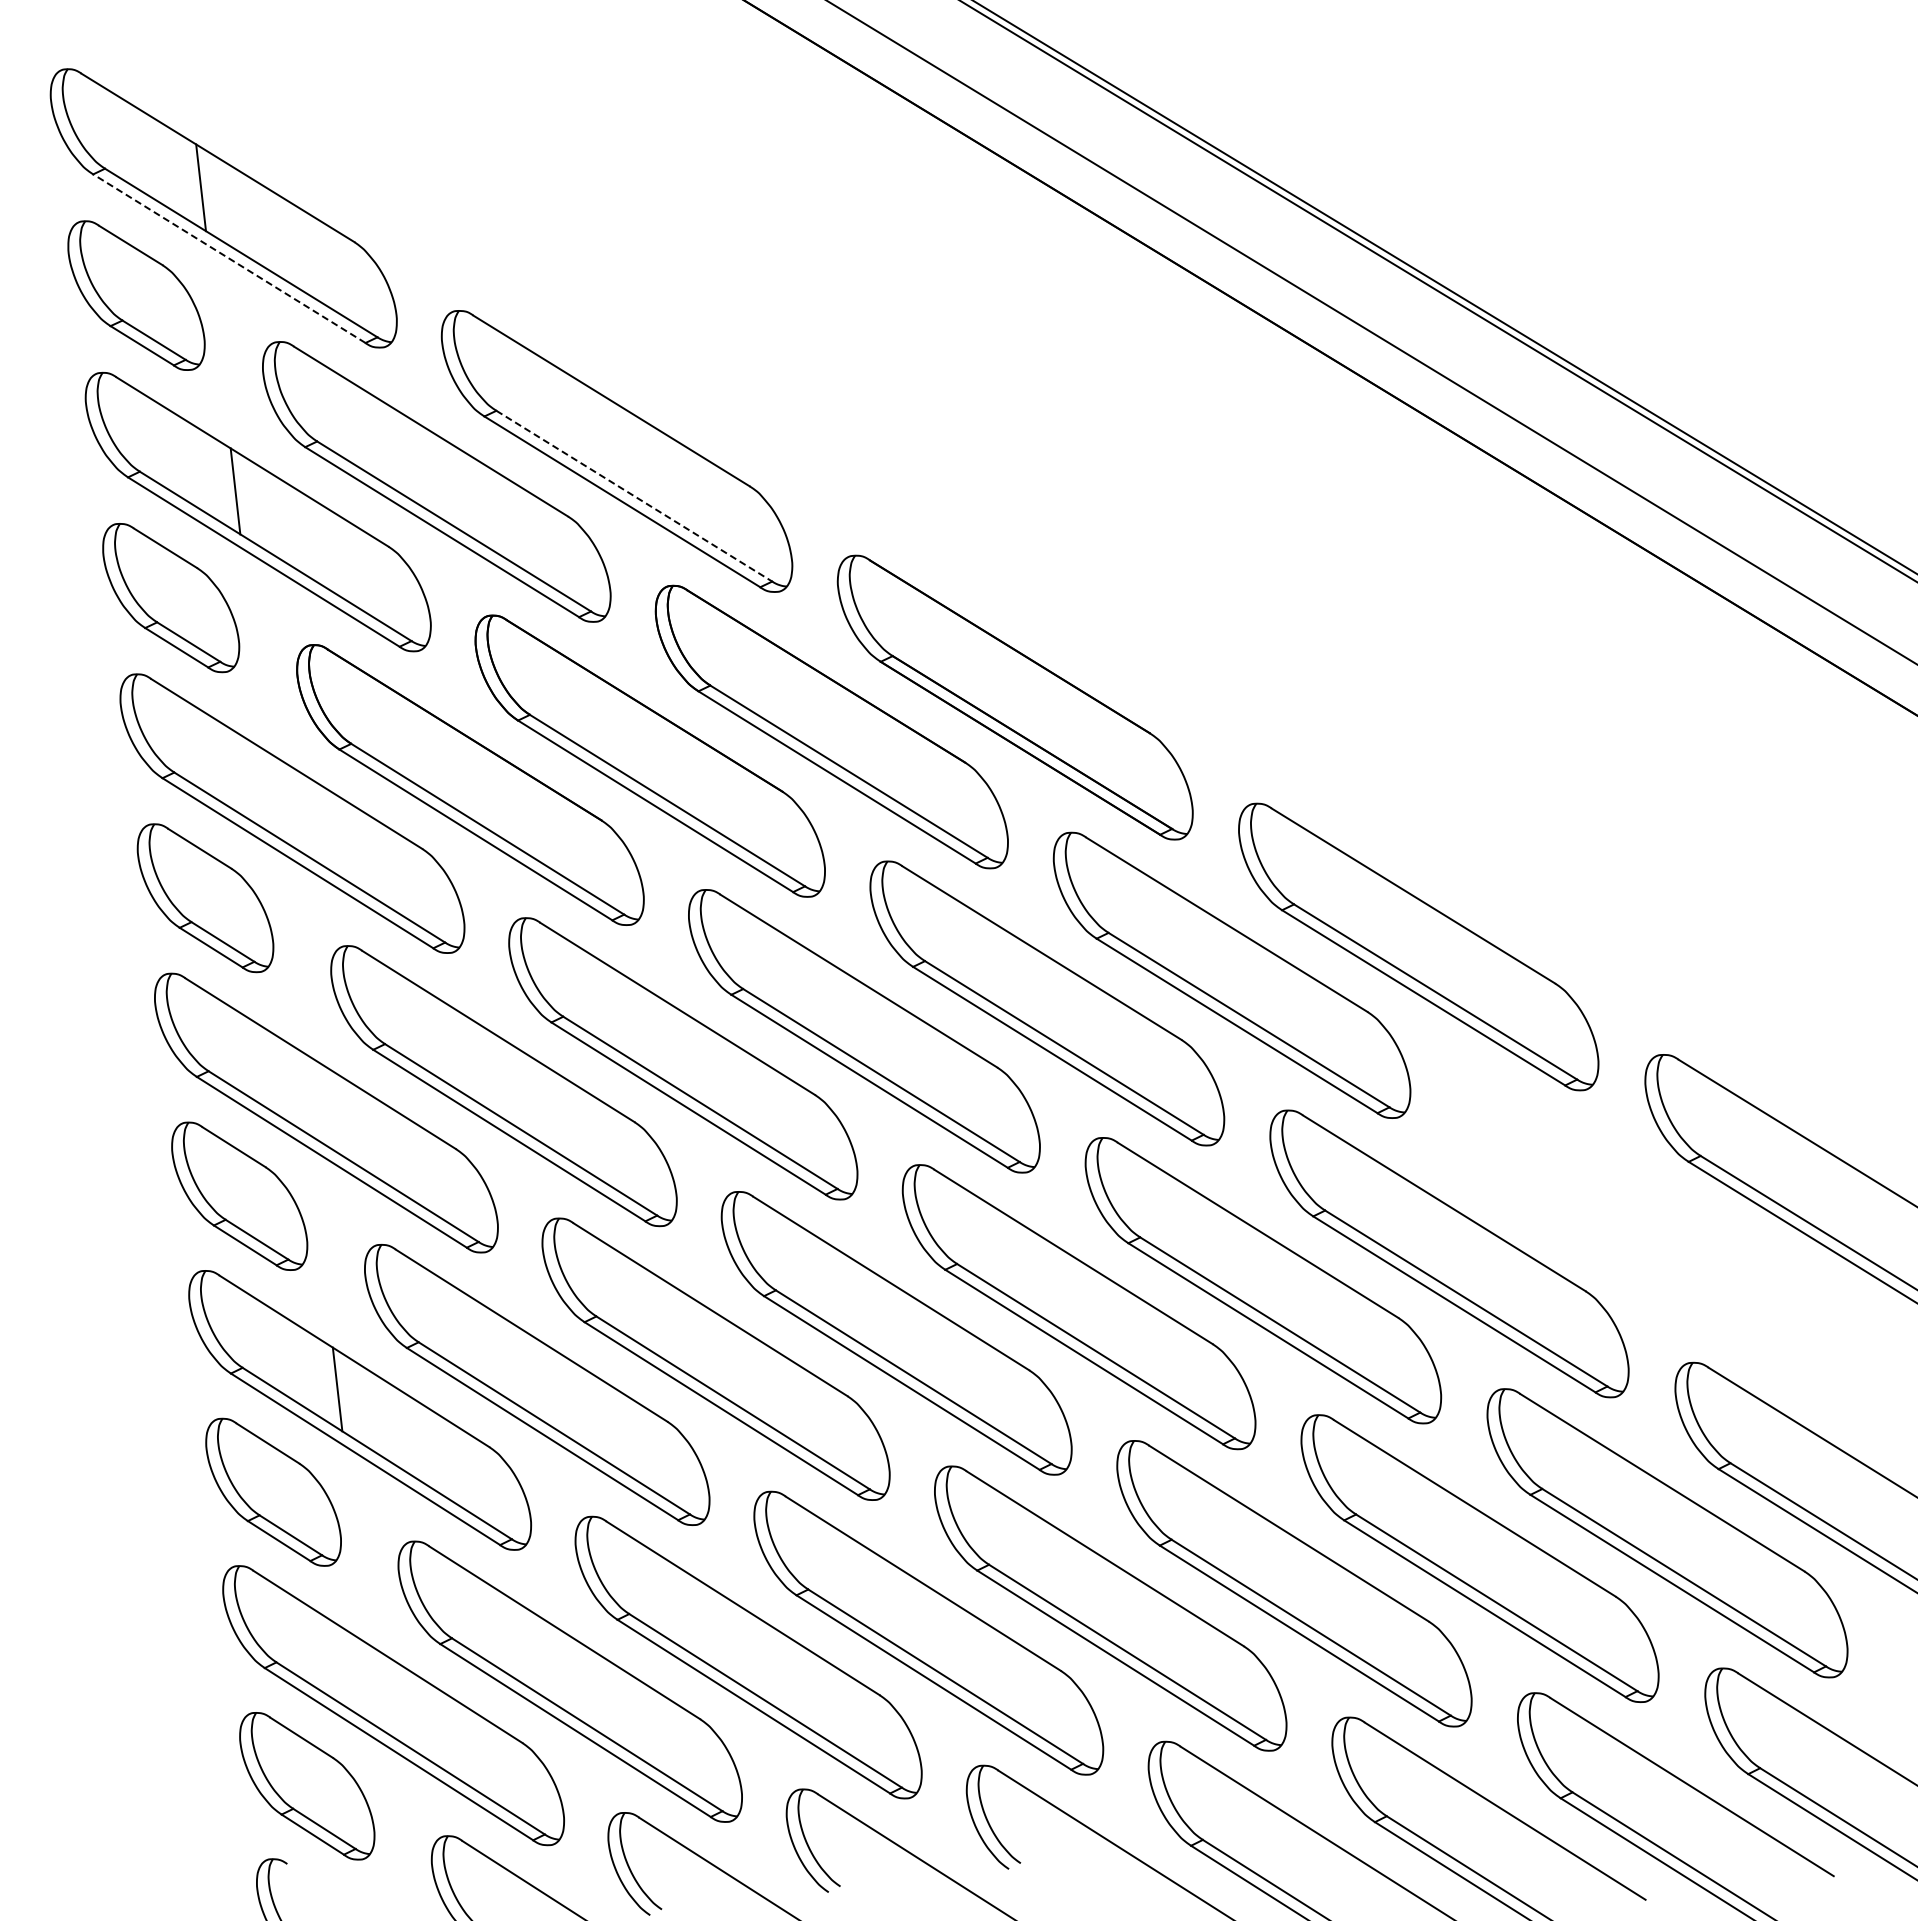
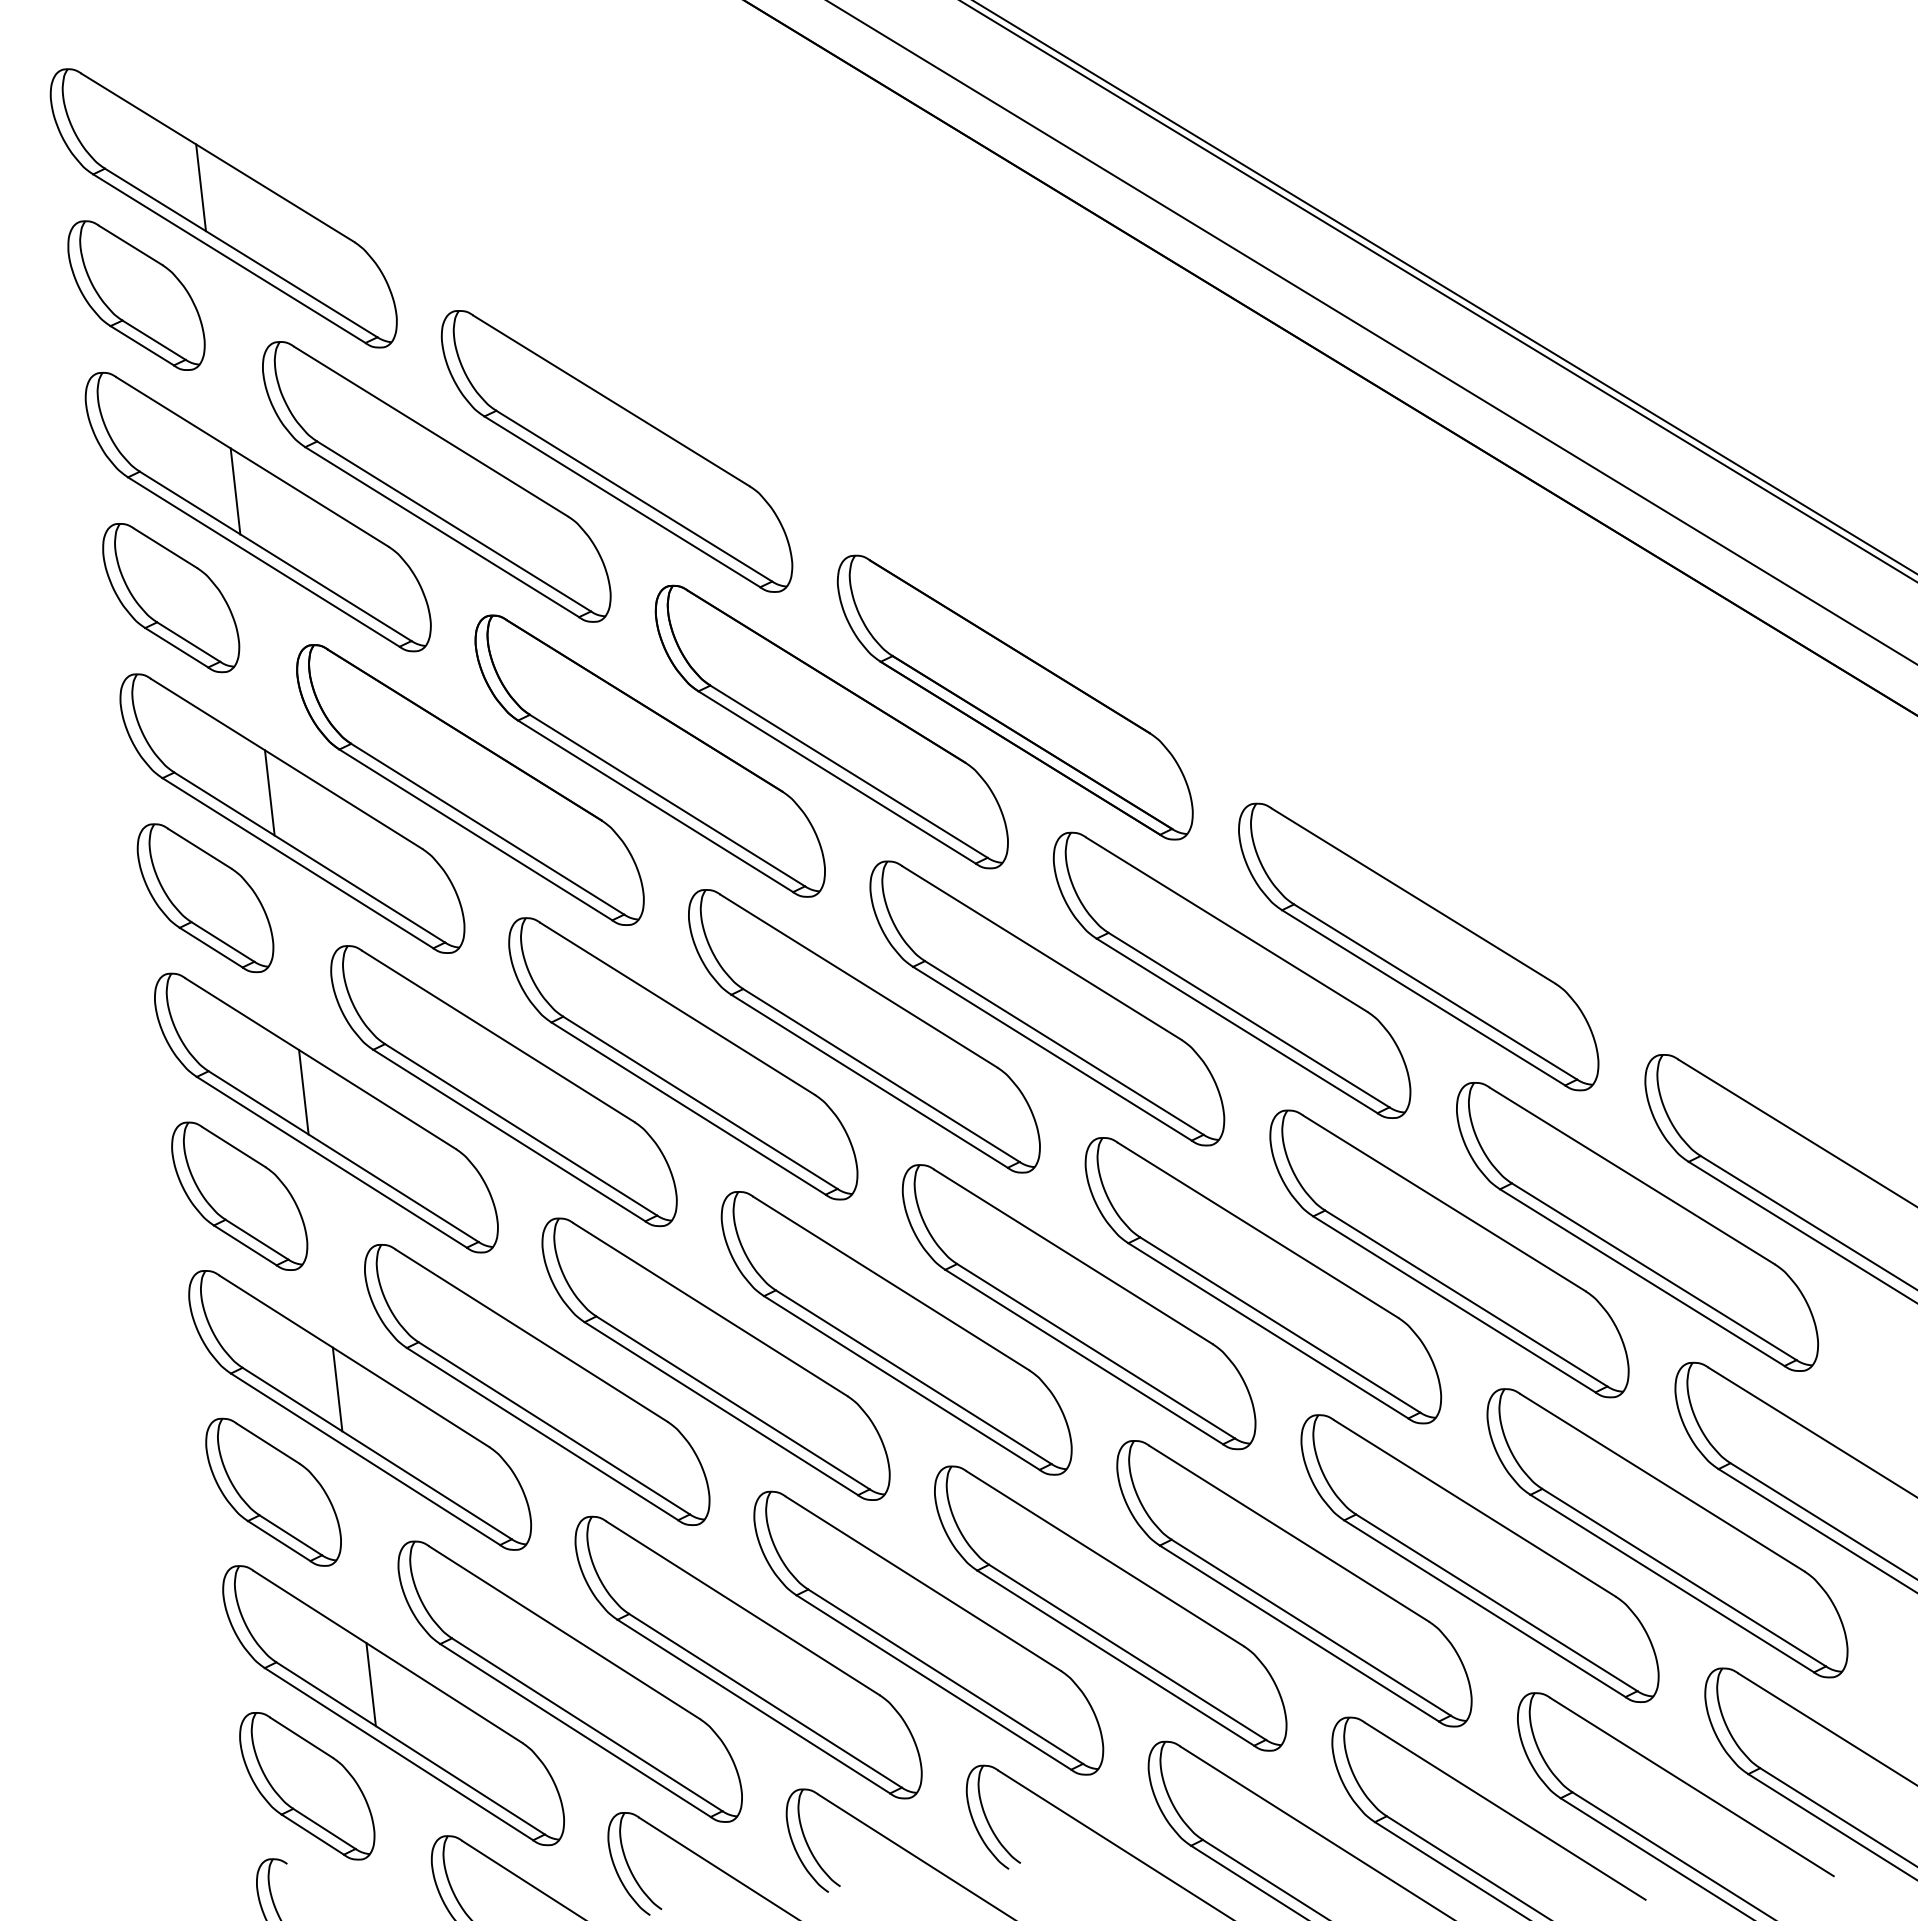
line at (228, 258): dashed -> solid
line at (634, 496): dashed -> solid
line at (269, 792): none -> present
line at (303, 1092): none -> present
part at (1637, 1226): none -> present
line at (370, 1684): none -> present
